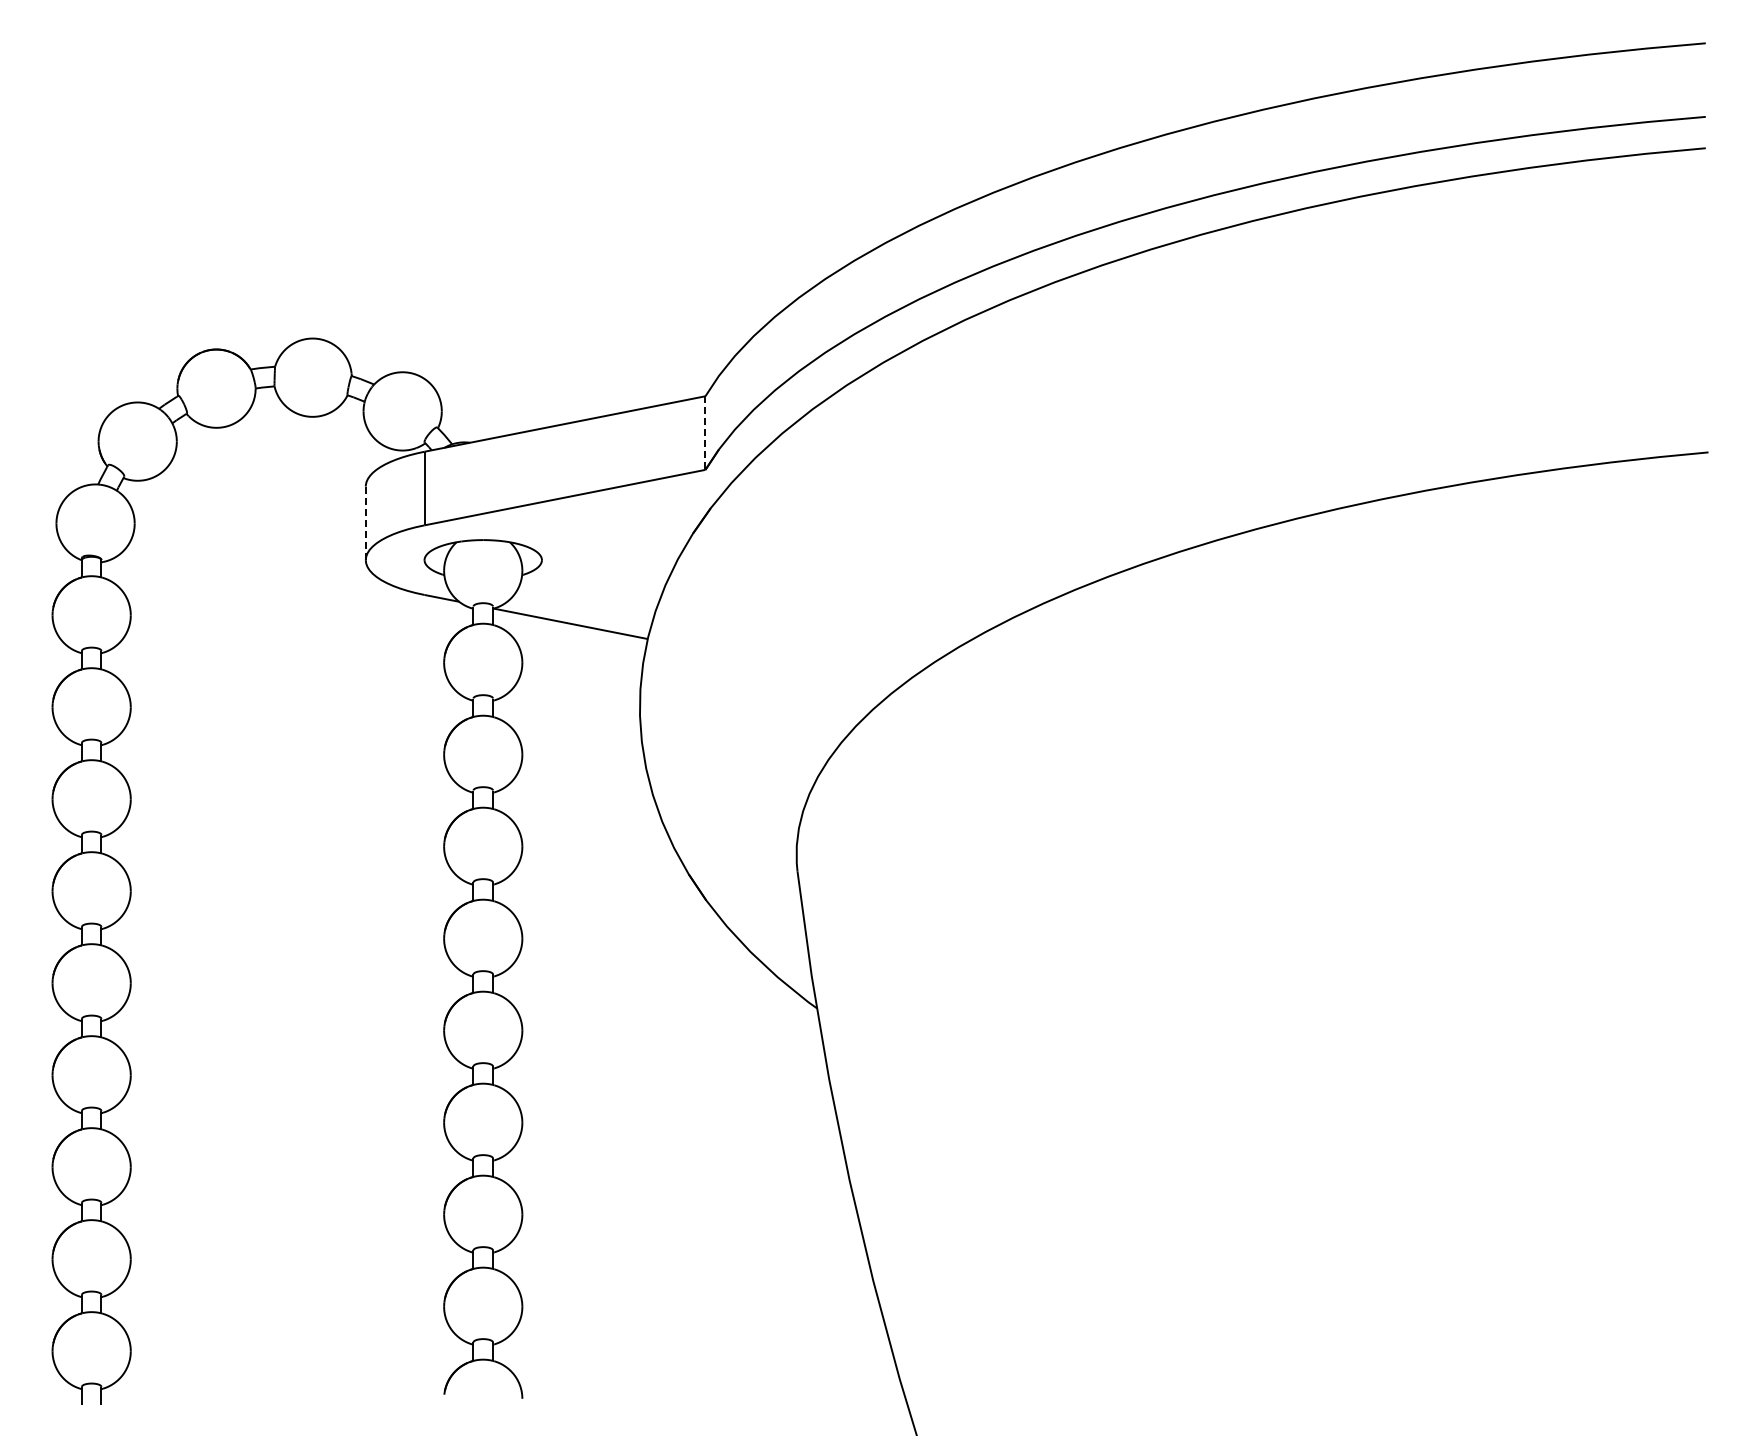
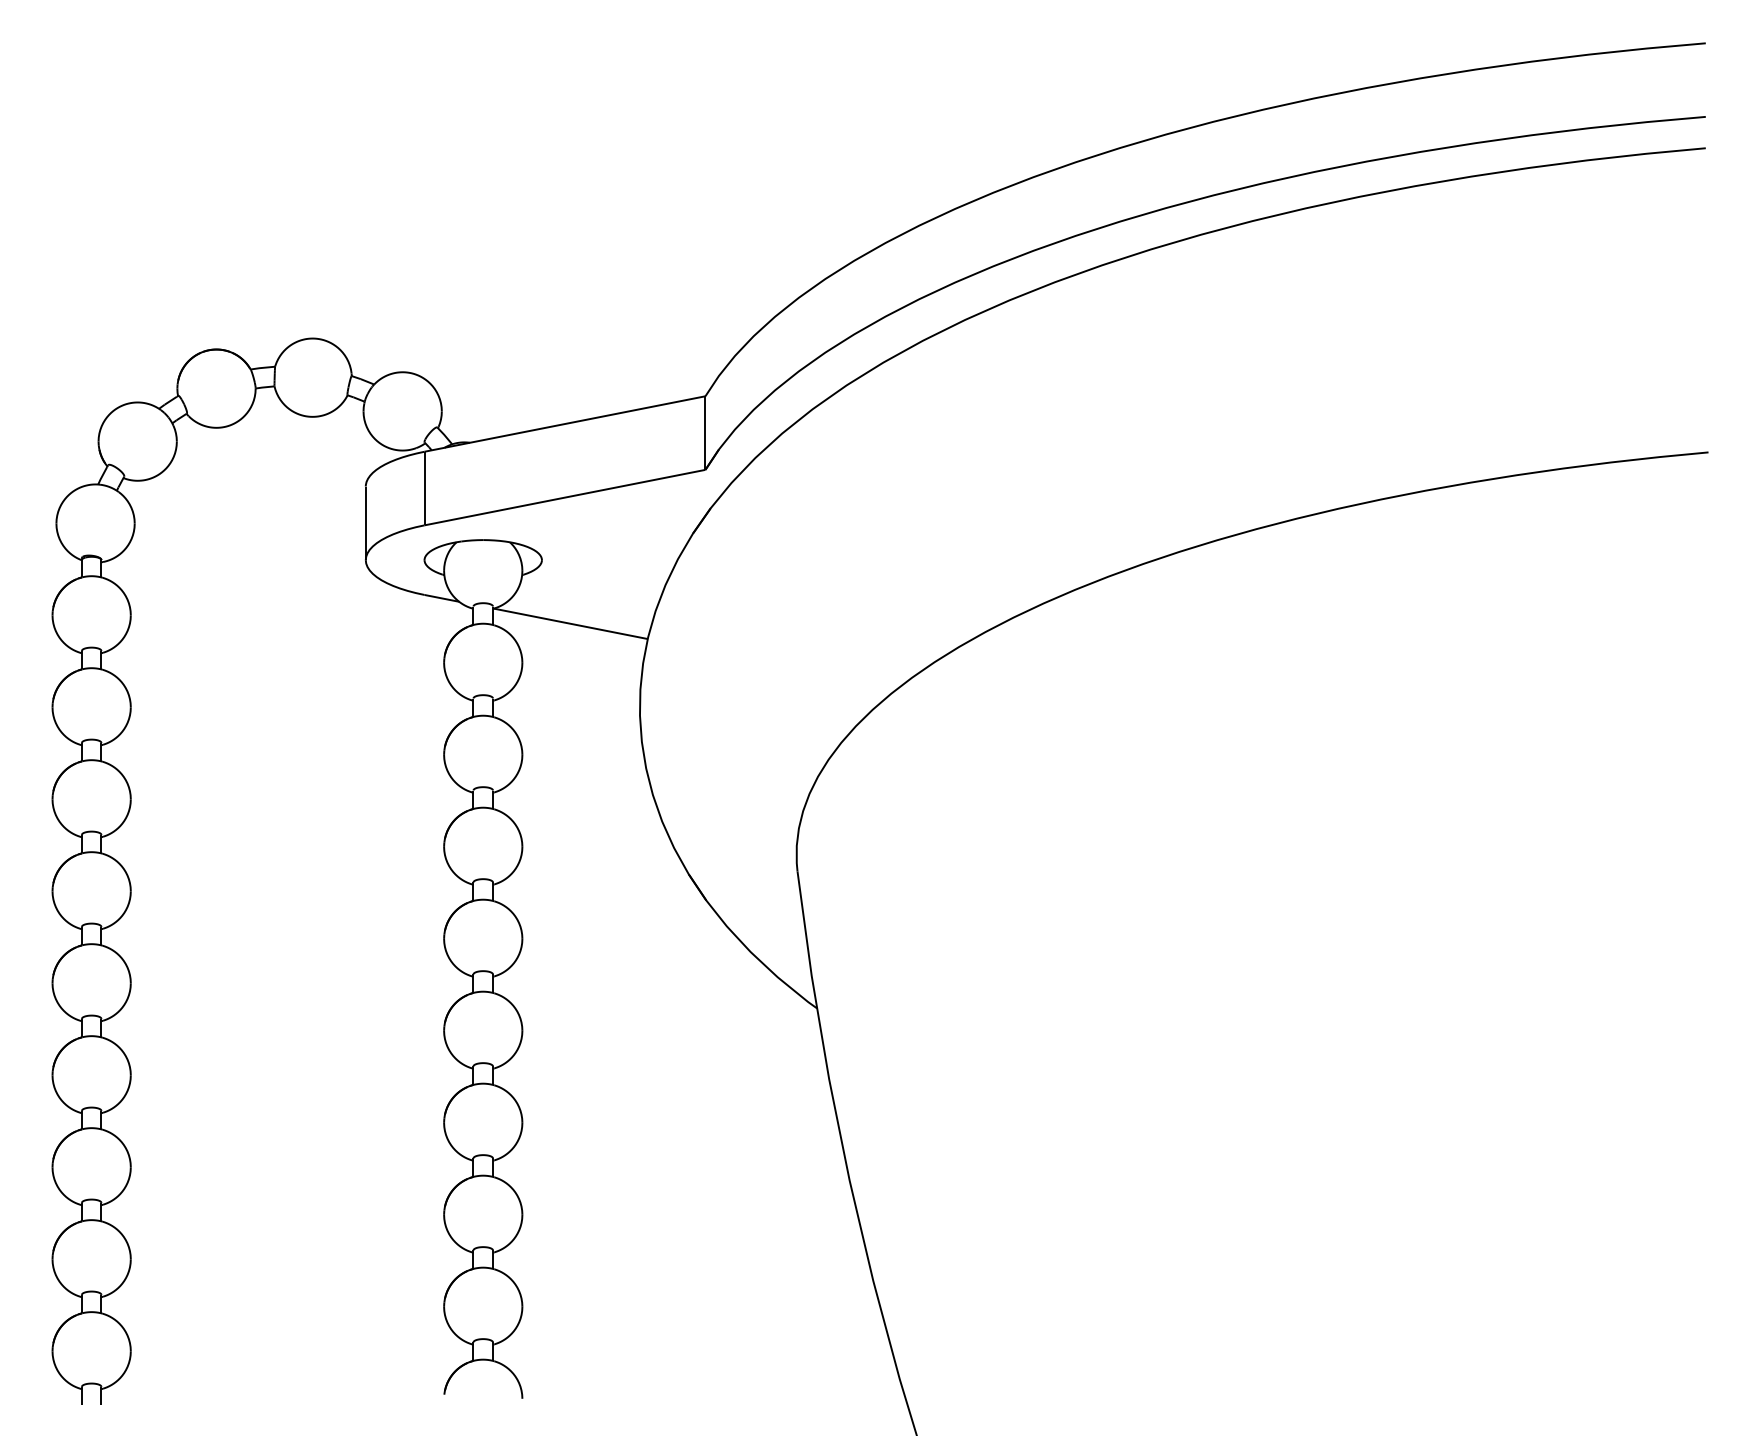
line at (705, 433): dashed -> solid
line at (365, 523): dashed -> solid
